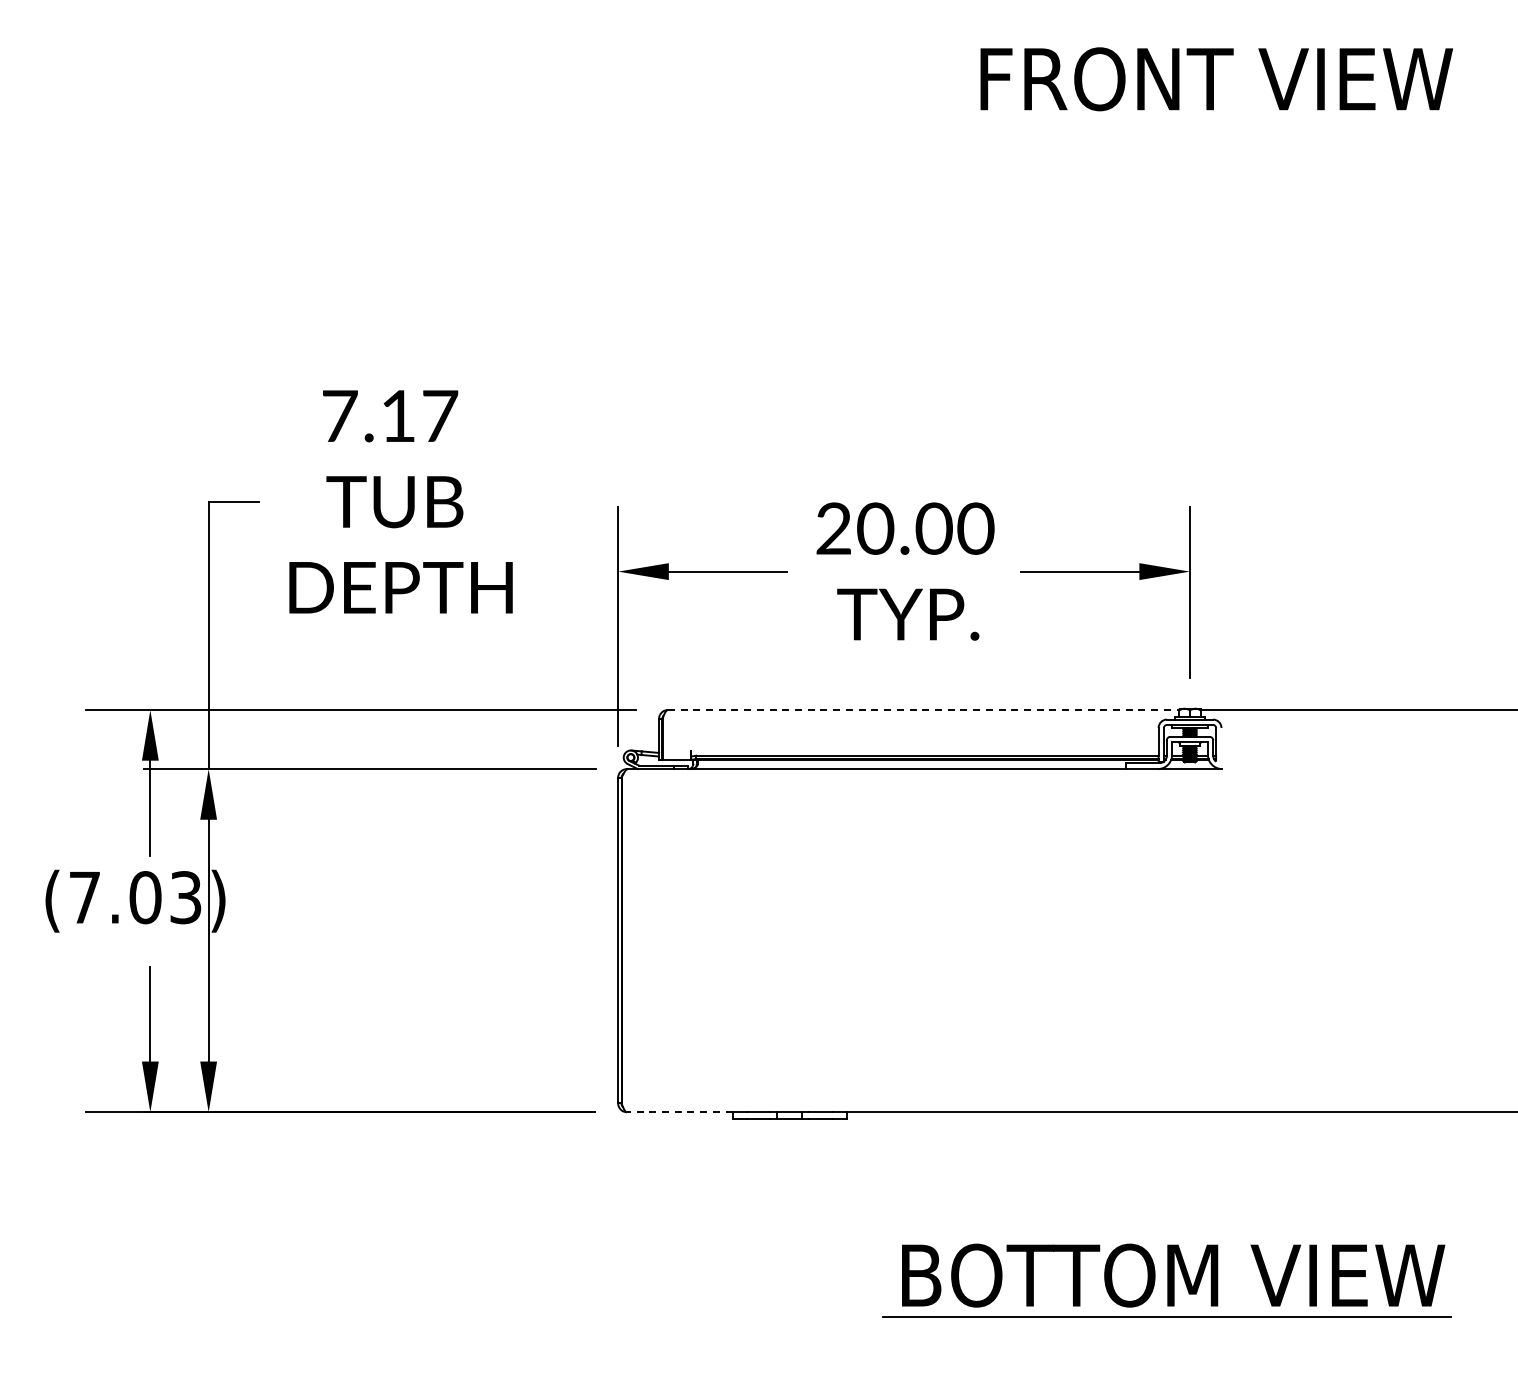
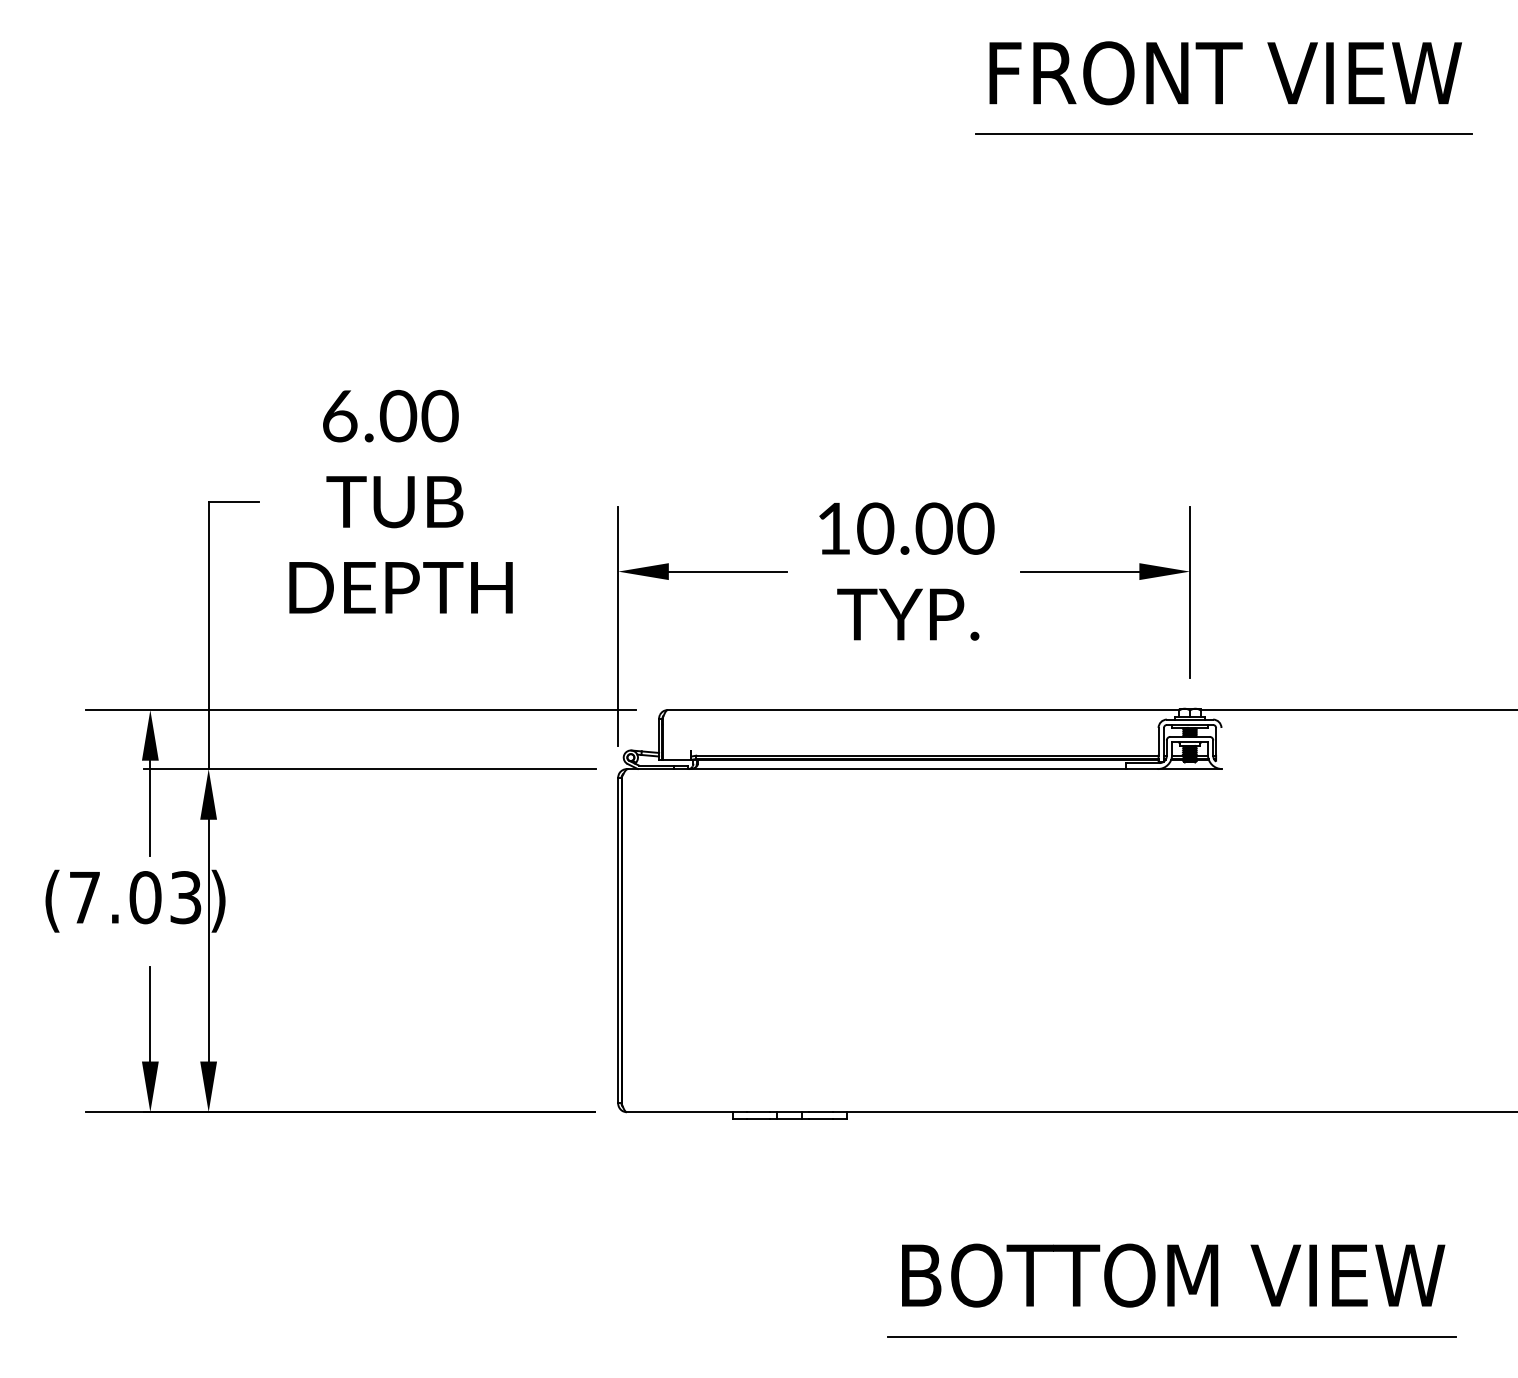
text at (1216, 79) position: (1216, 79) -> (1225, 73)
line at (1223, 134): none -> present
text at (390, 415): 7.17 -> 6.00
text at (833, 528): 20.00 -> 10.00
line at (923, 710): dashed -> solid
line at (679, 1112): dashed -> solid
line at (1166, 1316) position: (1166, 1316) -> (1171, 1336)
